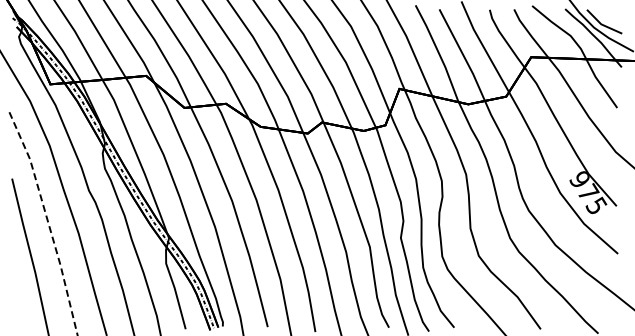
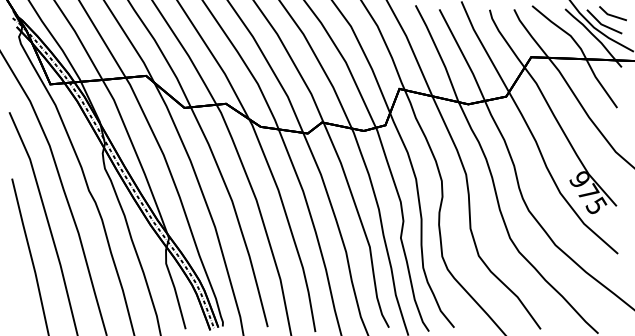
line at (612, 14): none -> present
line at (48, 222): dashed -> solid
